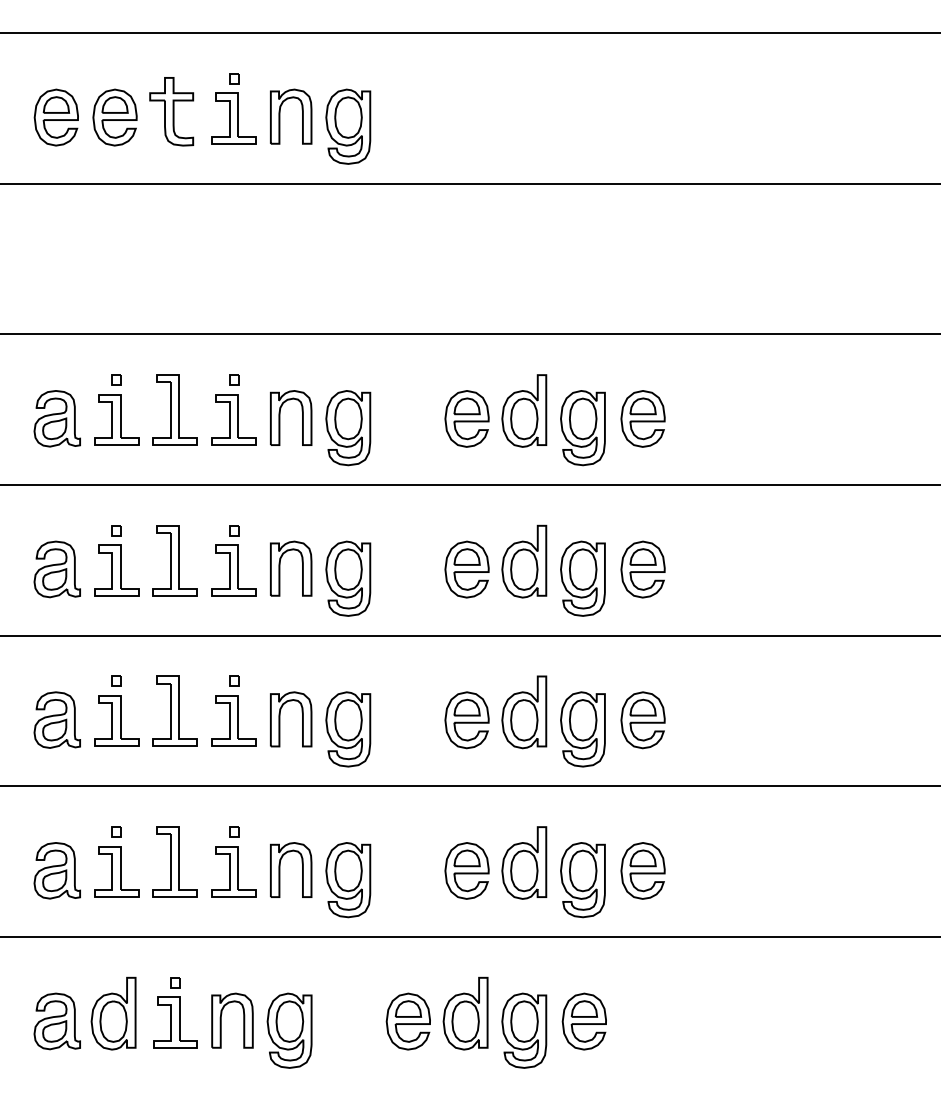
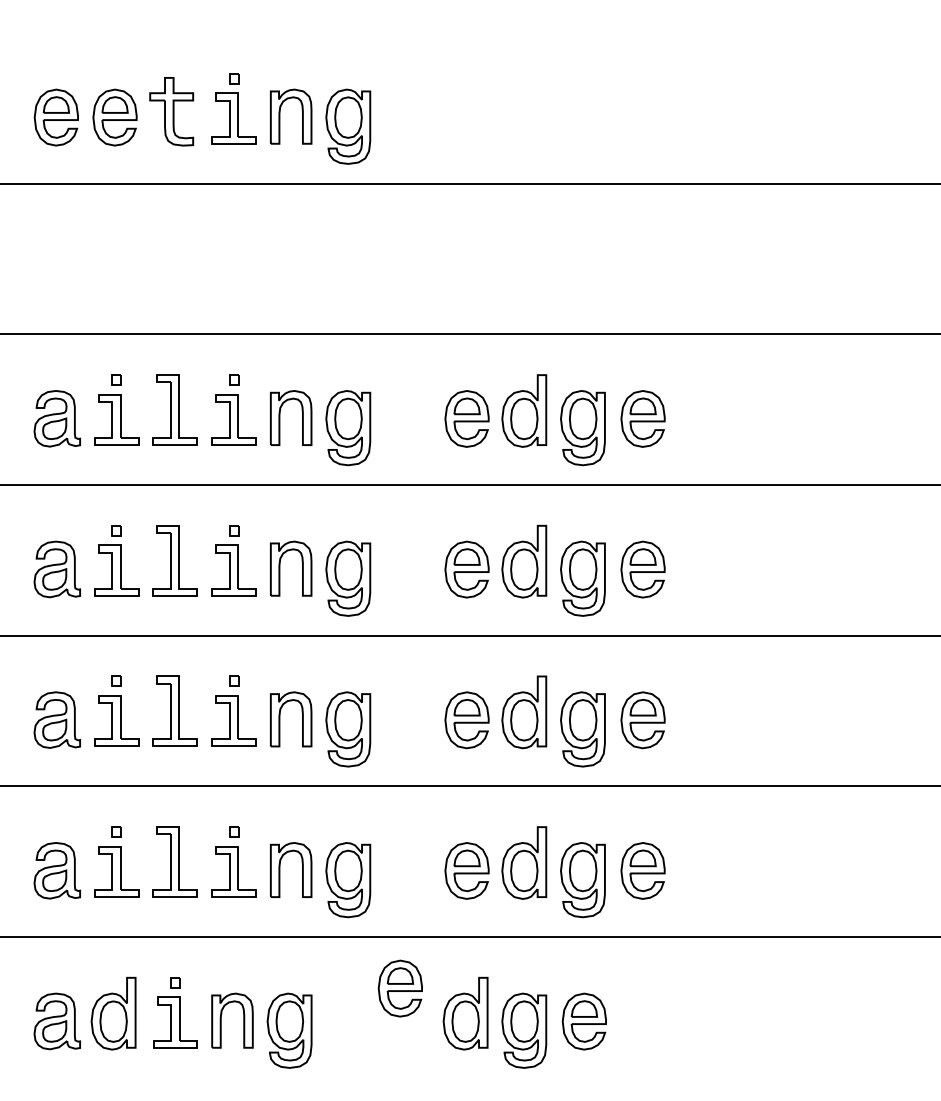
line at (469, 33): present -> none
part at (407, 1021) position: (407, 1021) -> (399, 988)
